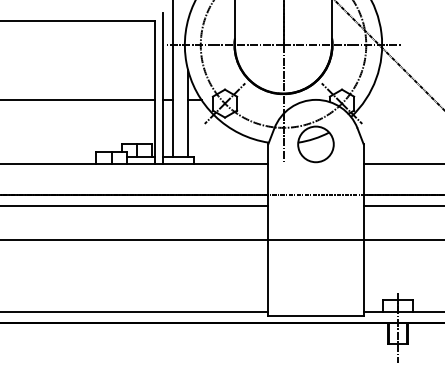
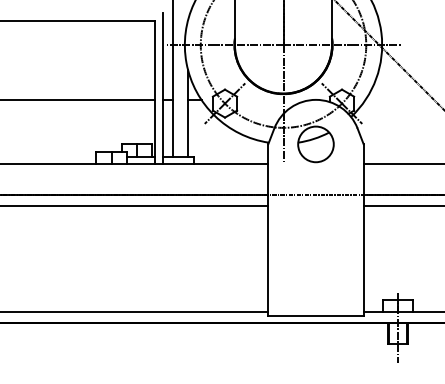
line at (221, 240): present -> none
